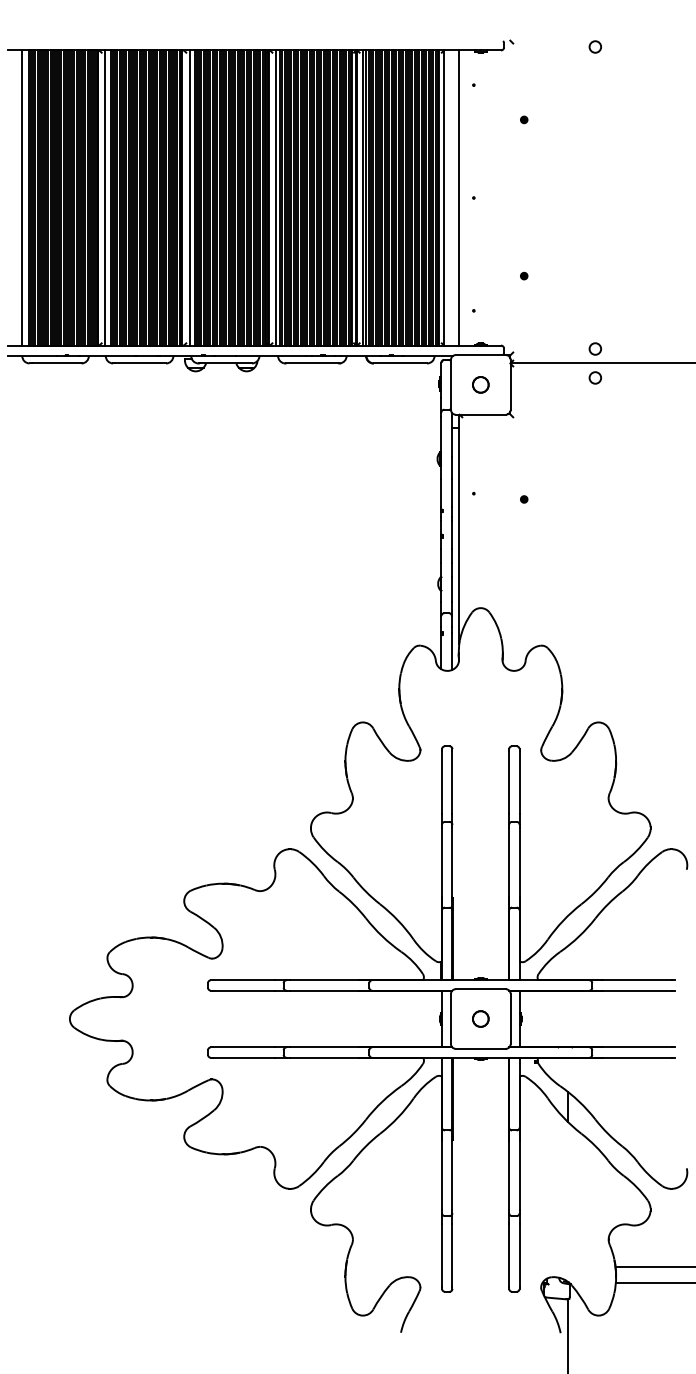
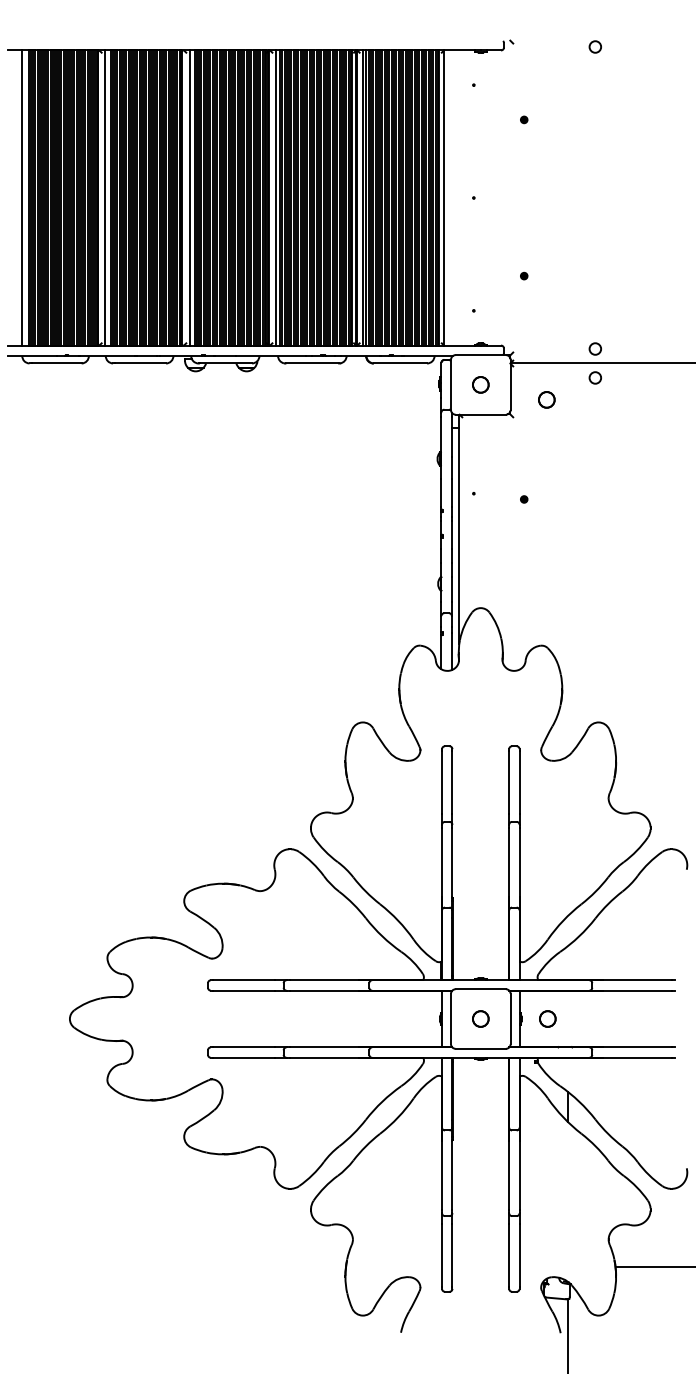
line at (459, 197): present -> none
circle at (546, 399): none -> present
circle at (547, 1018): none -> present
line at (653, 1282): present -> none
